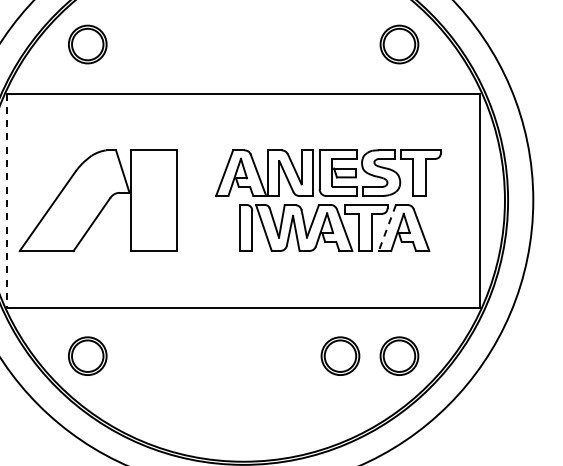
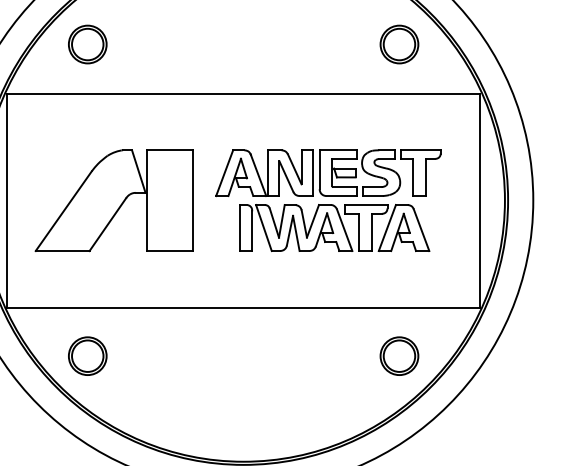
part at (97, 200) position: (97, 200) -> (113, 200)
line at (7, 201): dashed -> solid
line at (387, 228): dashed -> solid
part at (340, 355): present -> none
